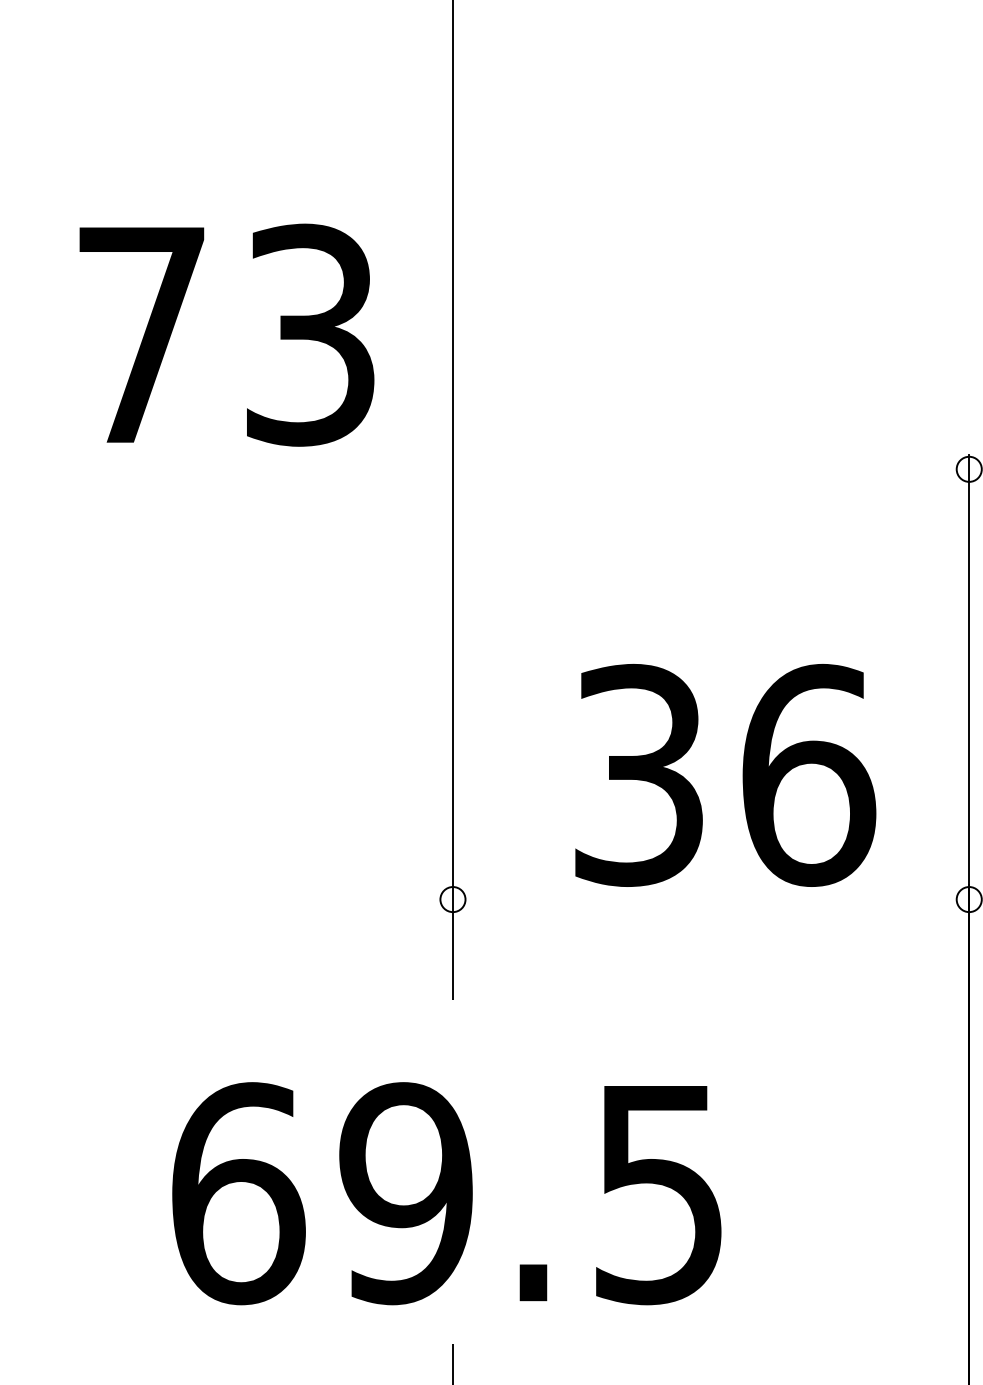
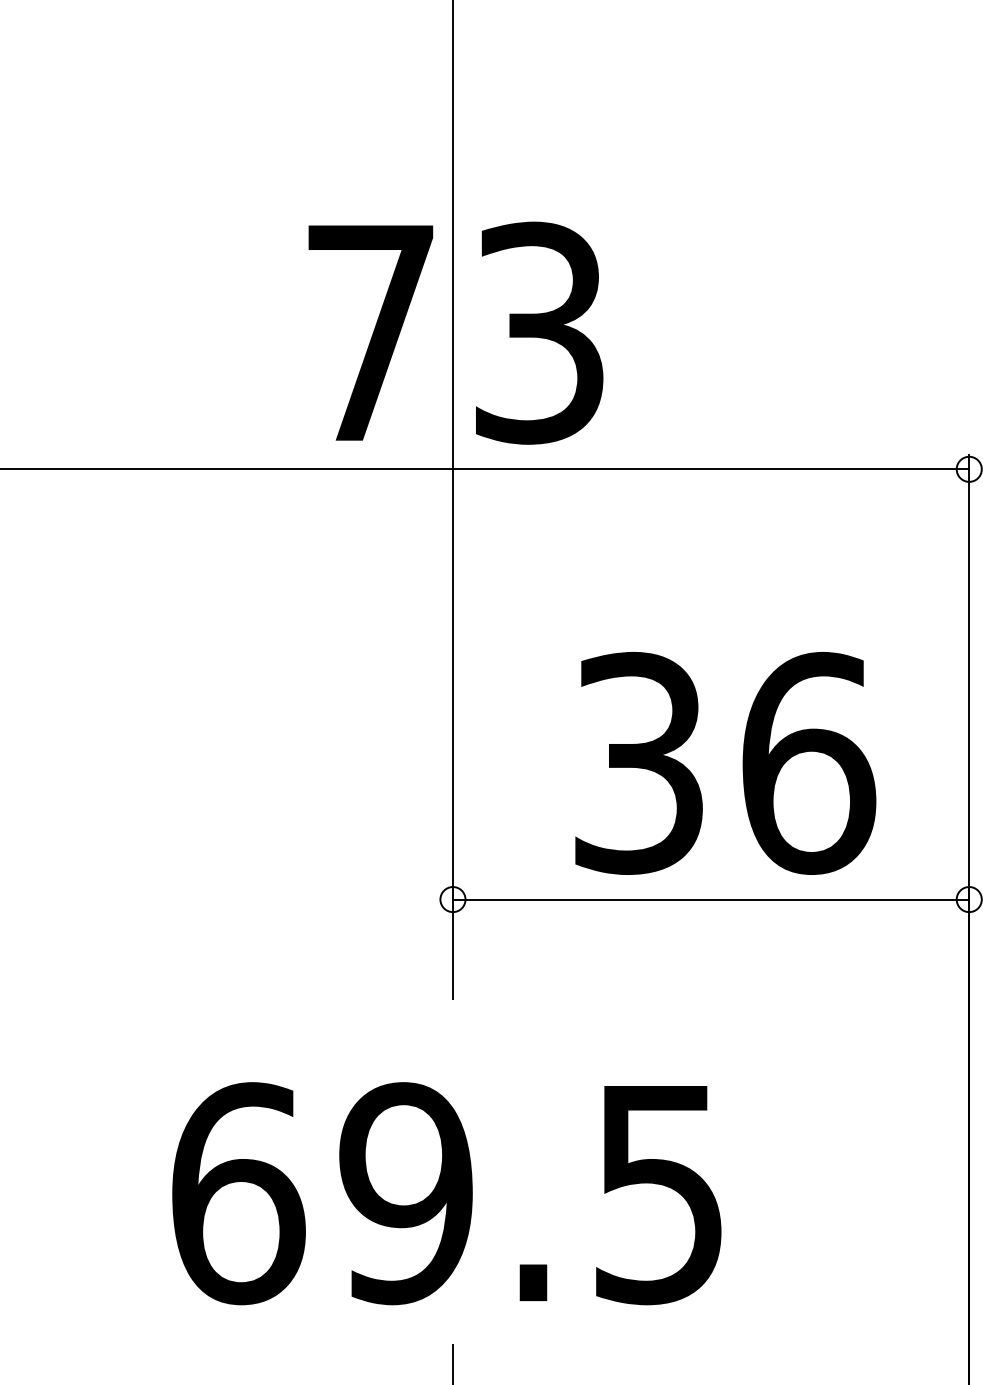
text at (226, 334) position: (226, 334) -> (455, 332)
line at (485, 469): none -> present
text at (725, 775) position: (725, 775) -> (725, 763)
line at (710, 899): none -> present
